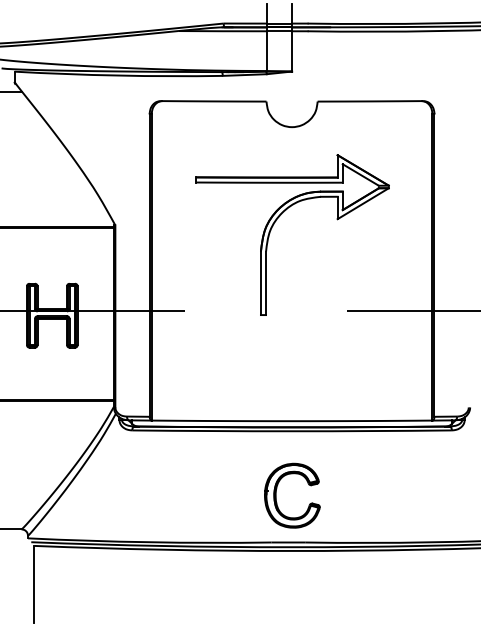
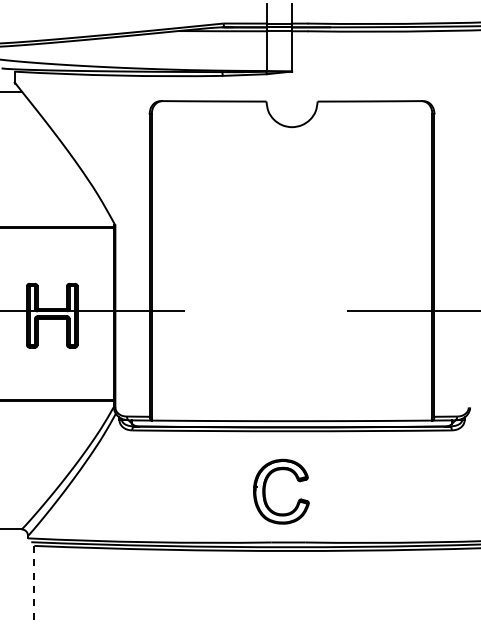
part at (274, 224): present -> none
part at (276, 495) position: (276, 495) -> (265, 491)
line at (34, 584): solid -> dashed
